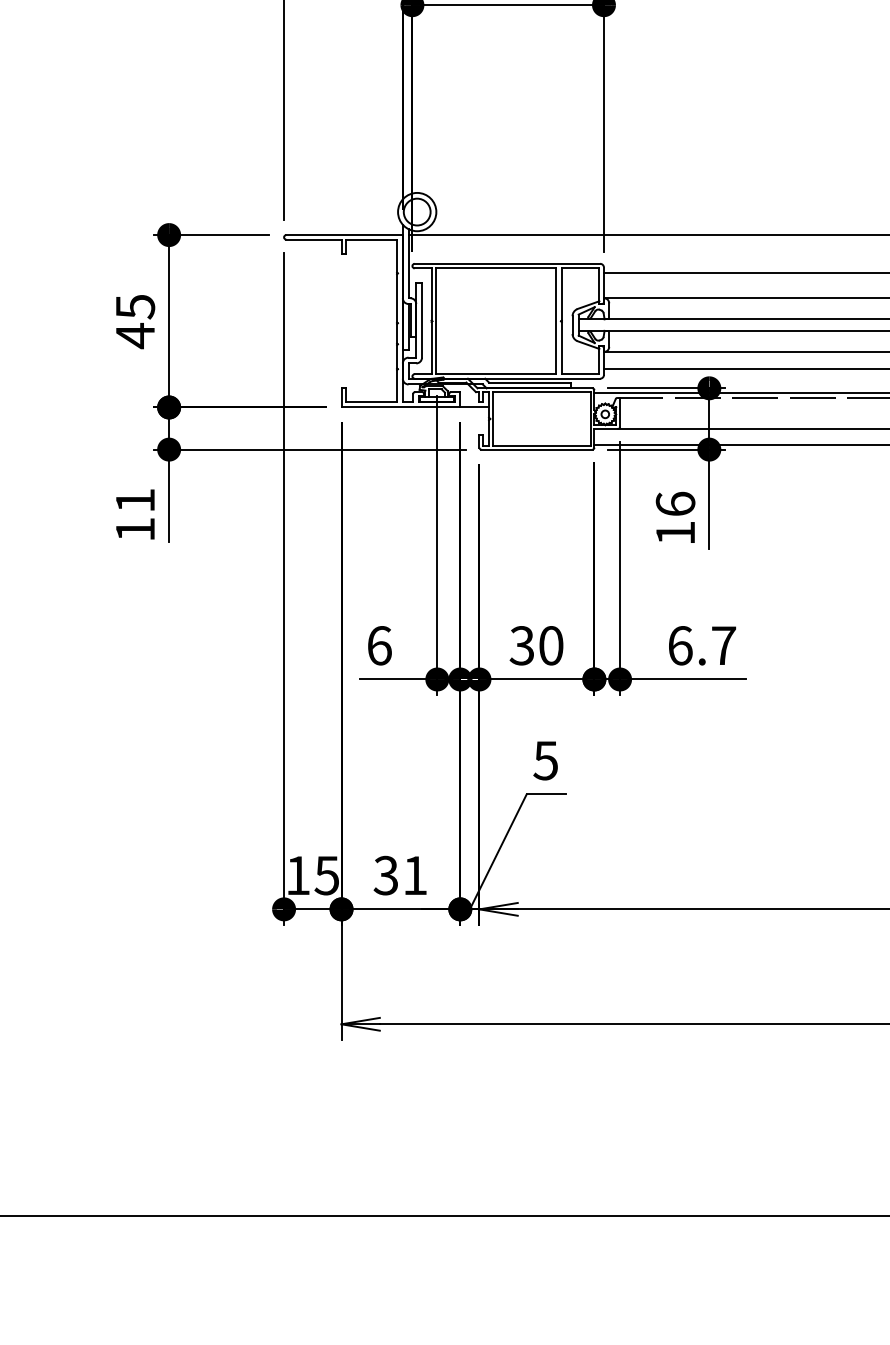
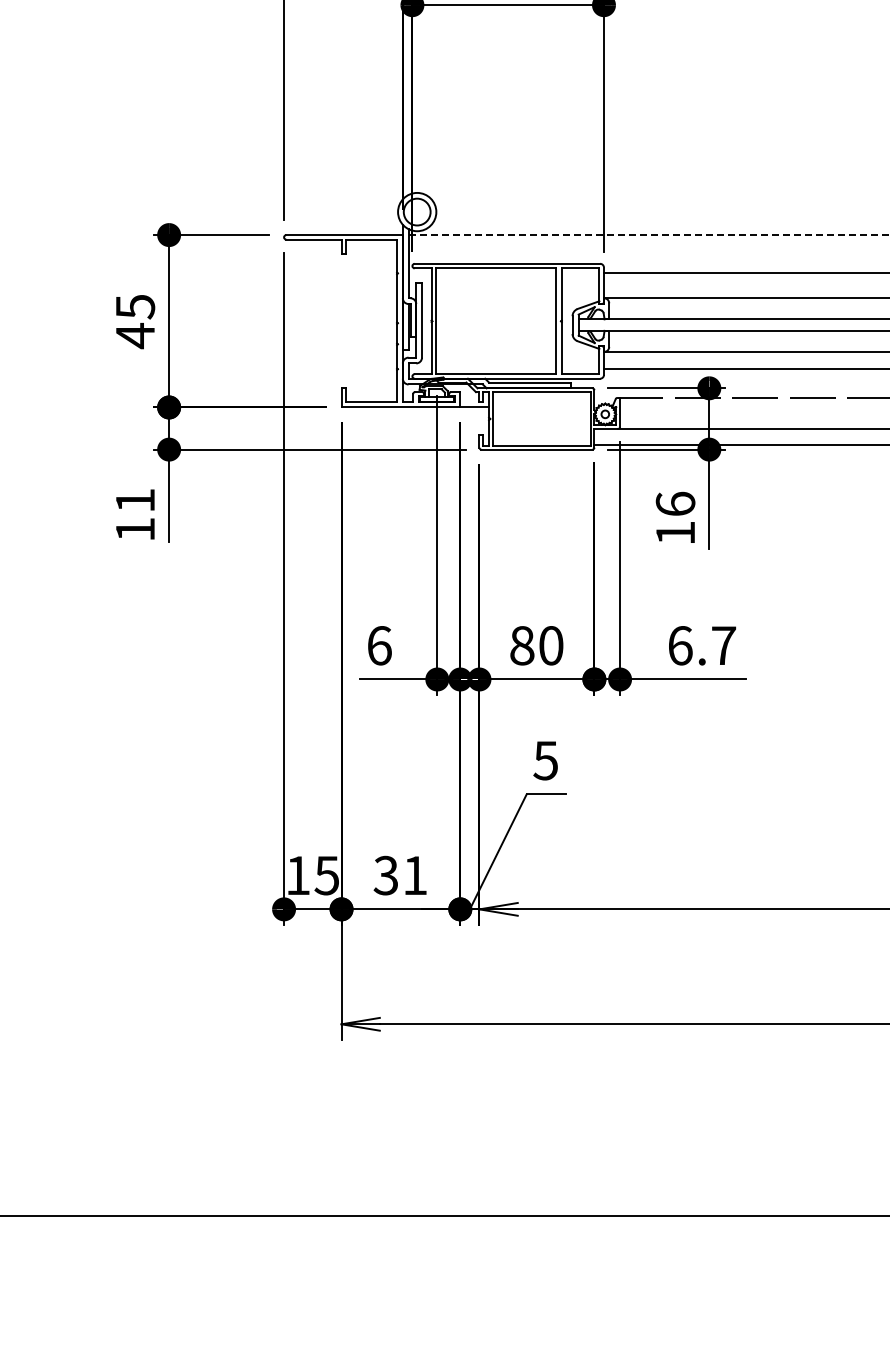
line at (649, 235): solid -> dashed
line at (740, 392): present -> none
text at (521, 645): 30 -> 80
